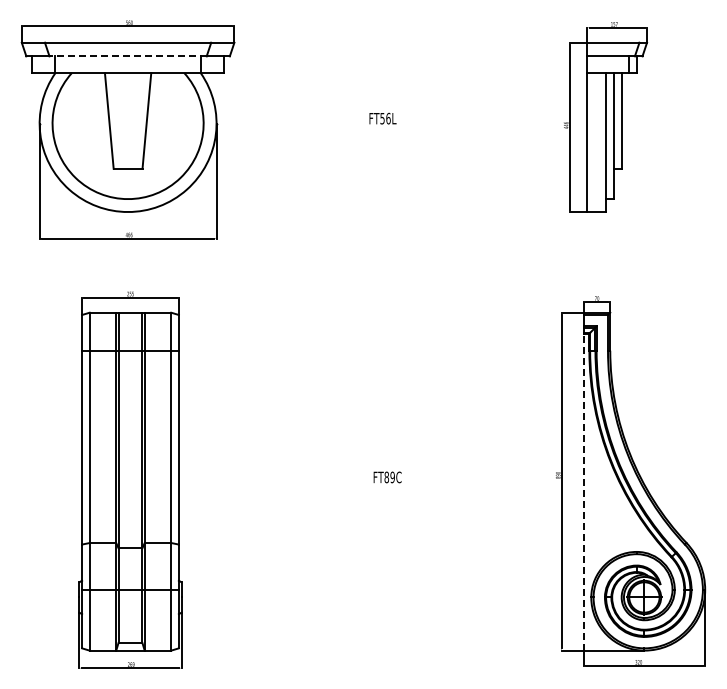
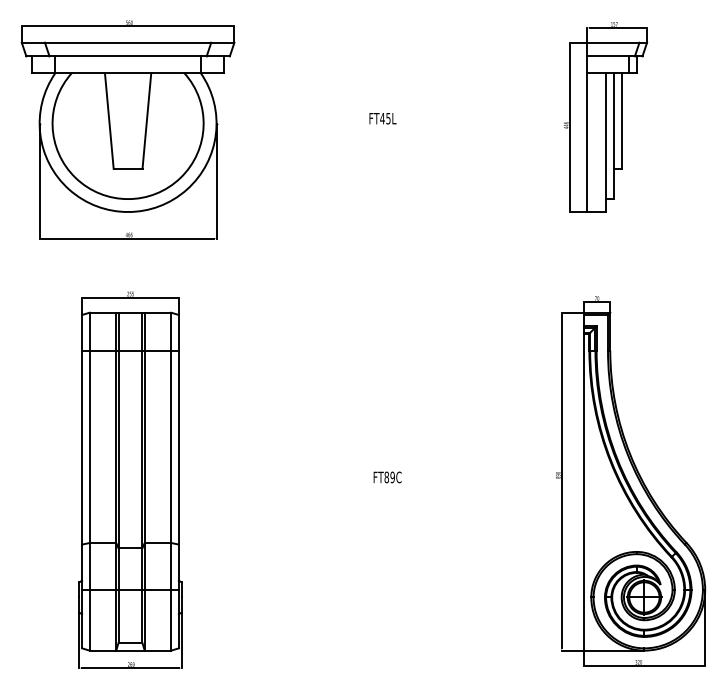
line at (128, 56): dashed -> solid
text at (385, 118): FT56L -> FT45L
line at (583, 492): dashed -> solid
